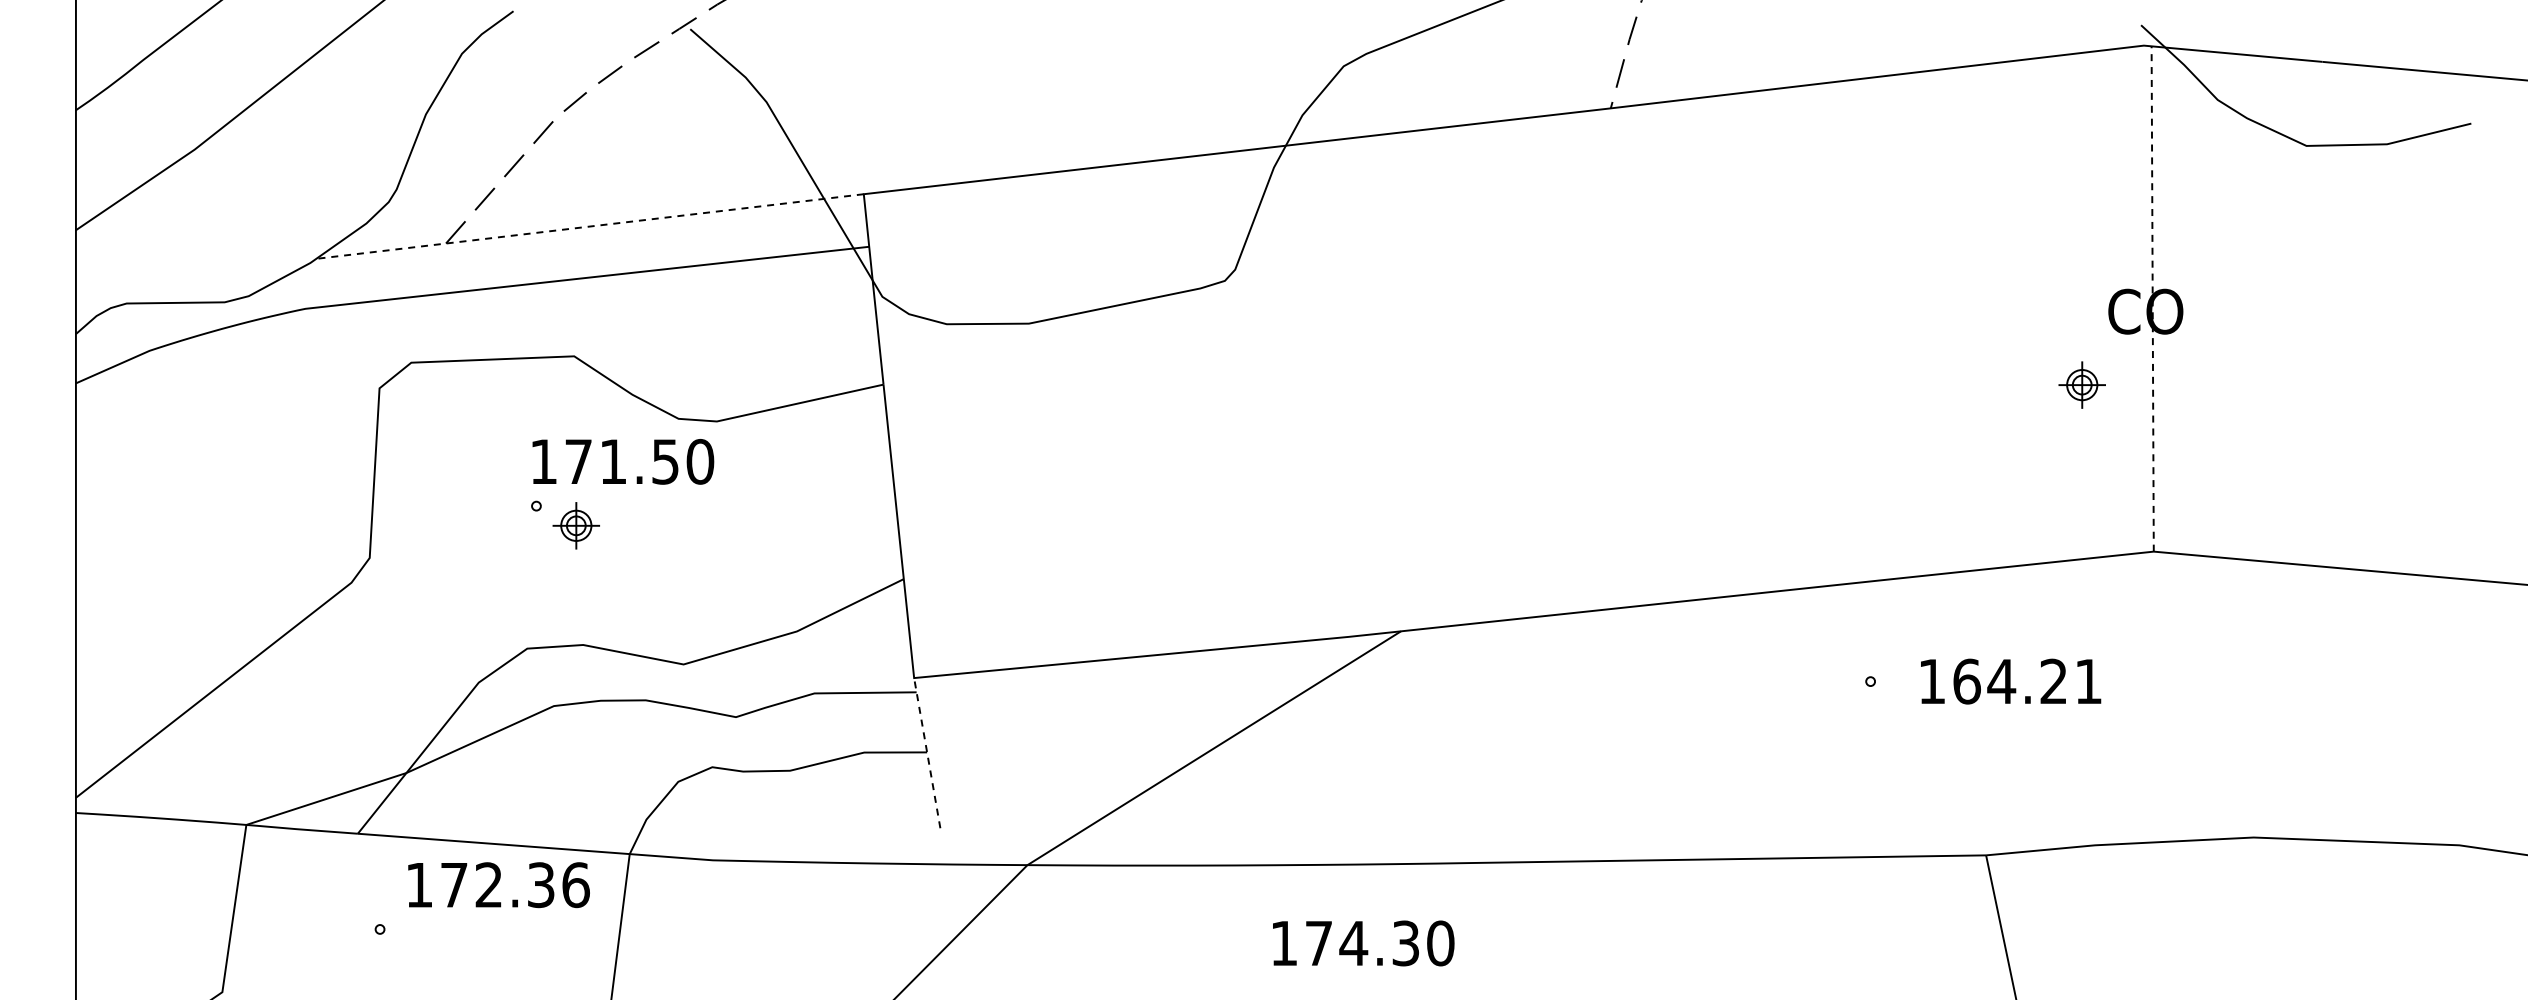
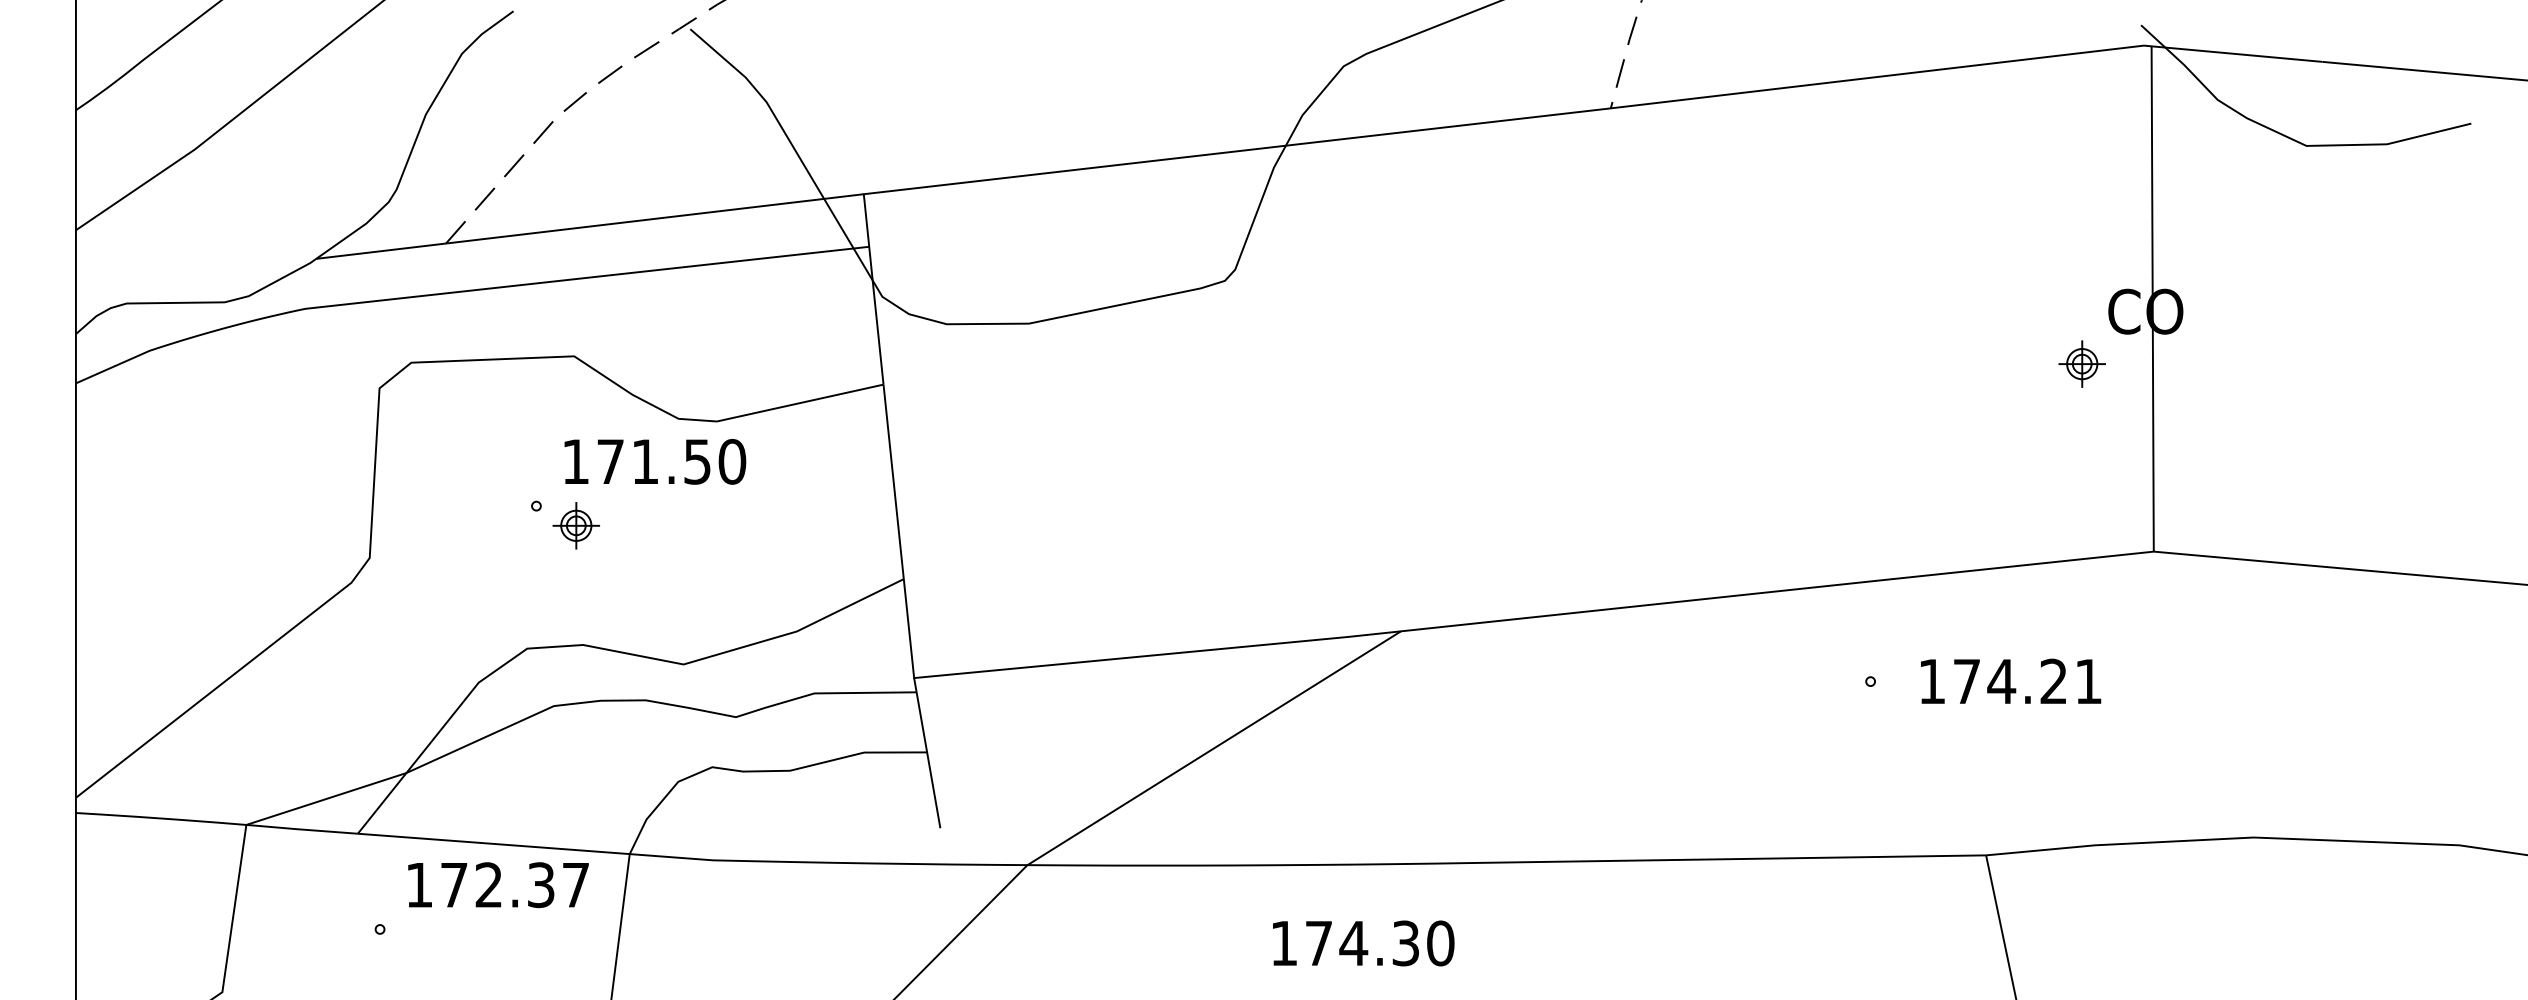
line at (590, 226): dashed -> solid
line at (2152, 298): dashed -> solid
part at (2081, 384) position: (2081, 384) -> (2081, 363)
text at (623, 461) position: (623, 461) -> (655, 461)
text at (1966, 681): 164.21 -> 174.21
line at (927, 752): dashed -> solid
text at (575, 885): 172.36 -> 172.37
